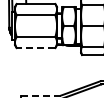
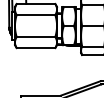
line at (35, 48): dashed -> solid
line at (41, 95): dashed -> solid
